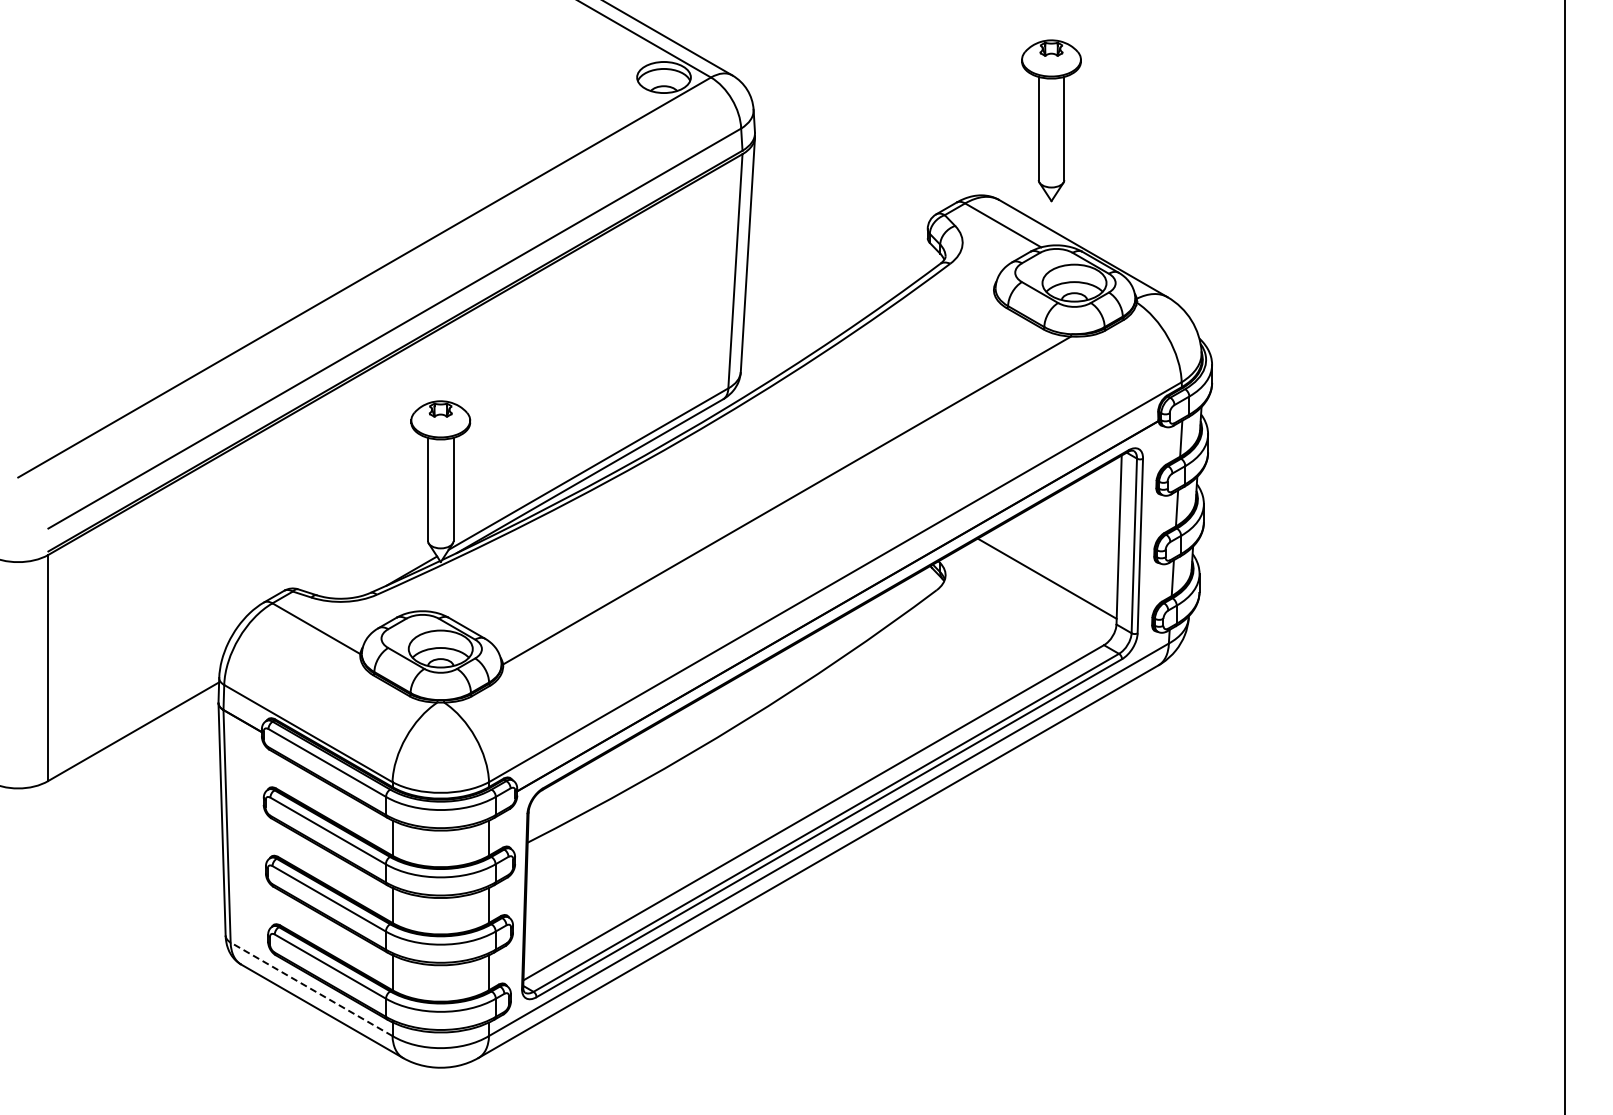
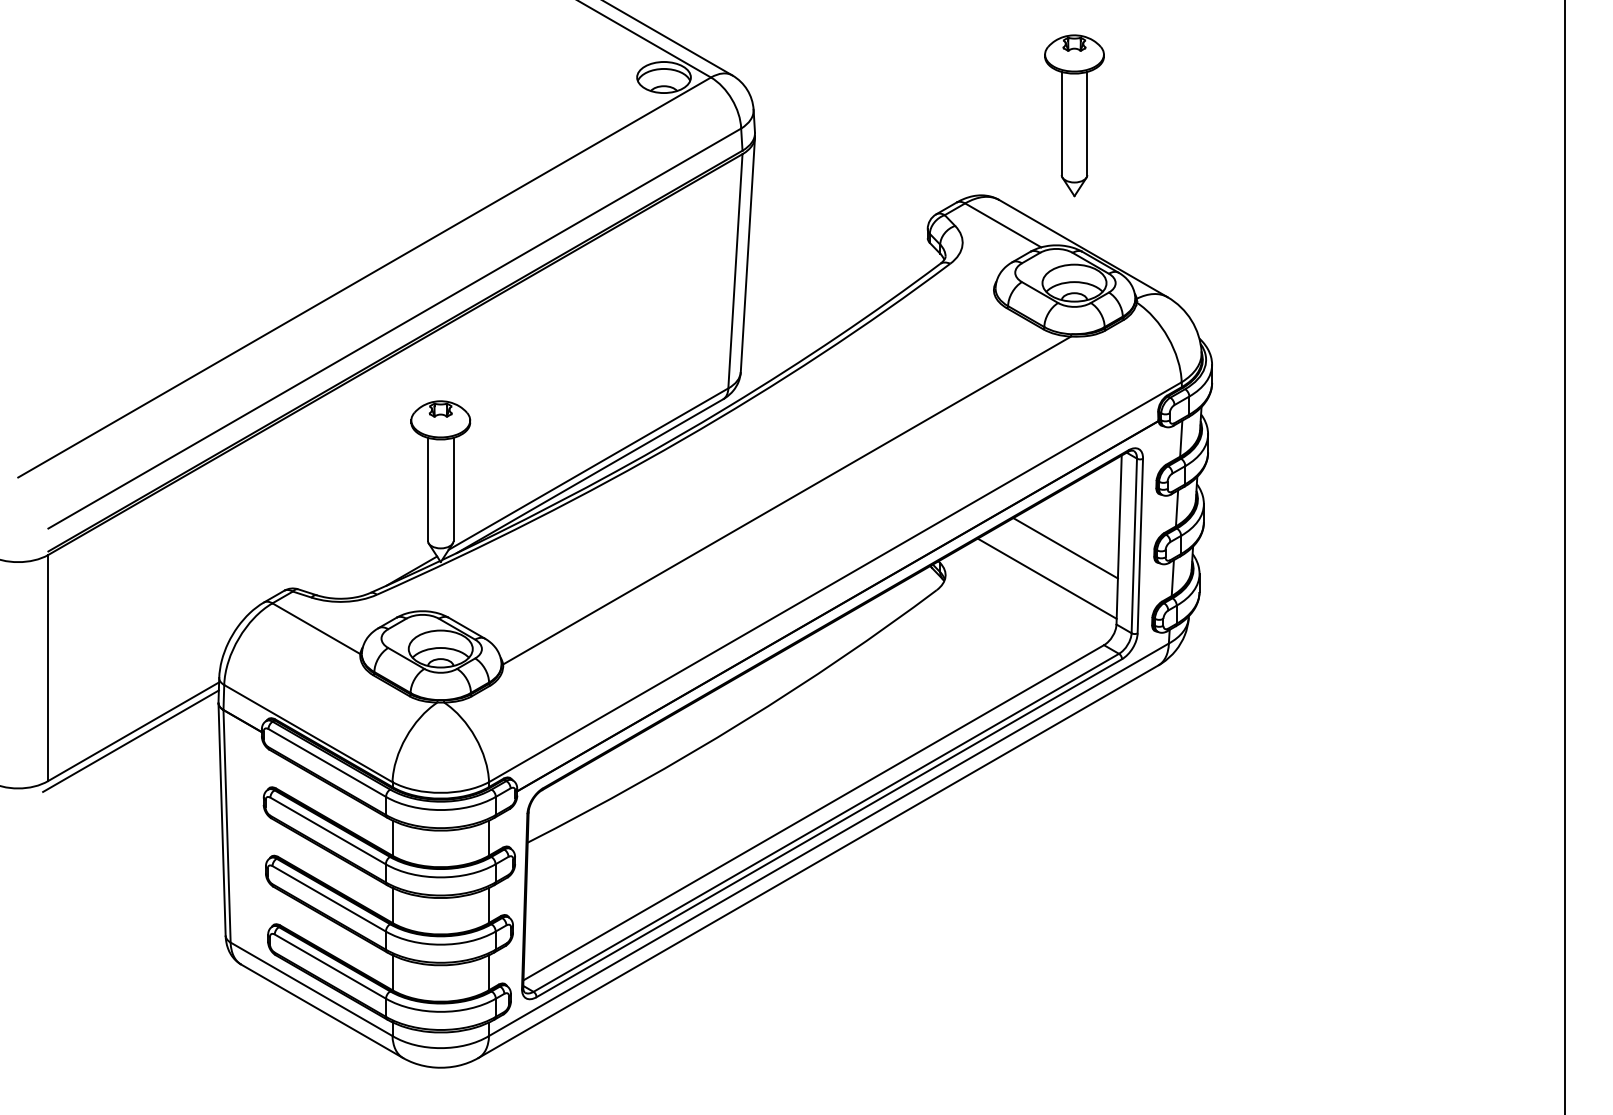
part at (1051, 120) position: (1051, 120) -> (1074, 115)
line at (1065, 548): none -> present
line at (130, 740): none -> present
line at (311, 989): dashed -> solid
